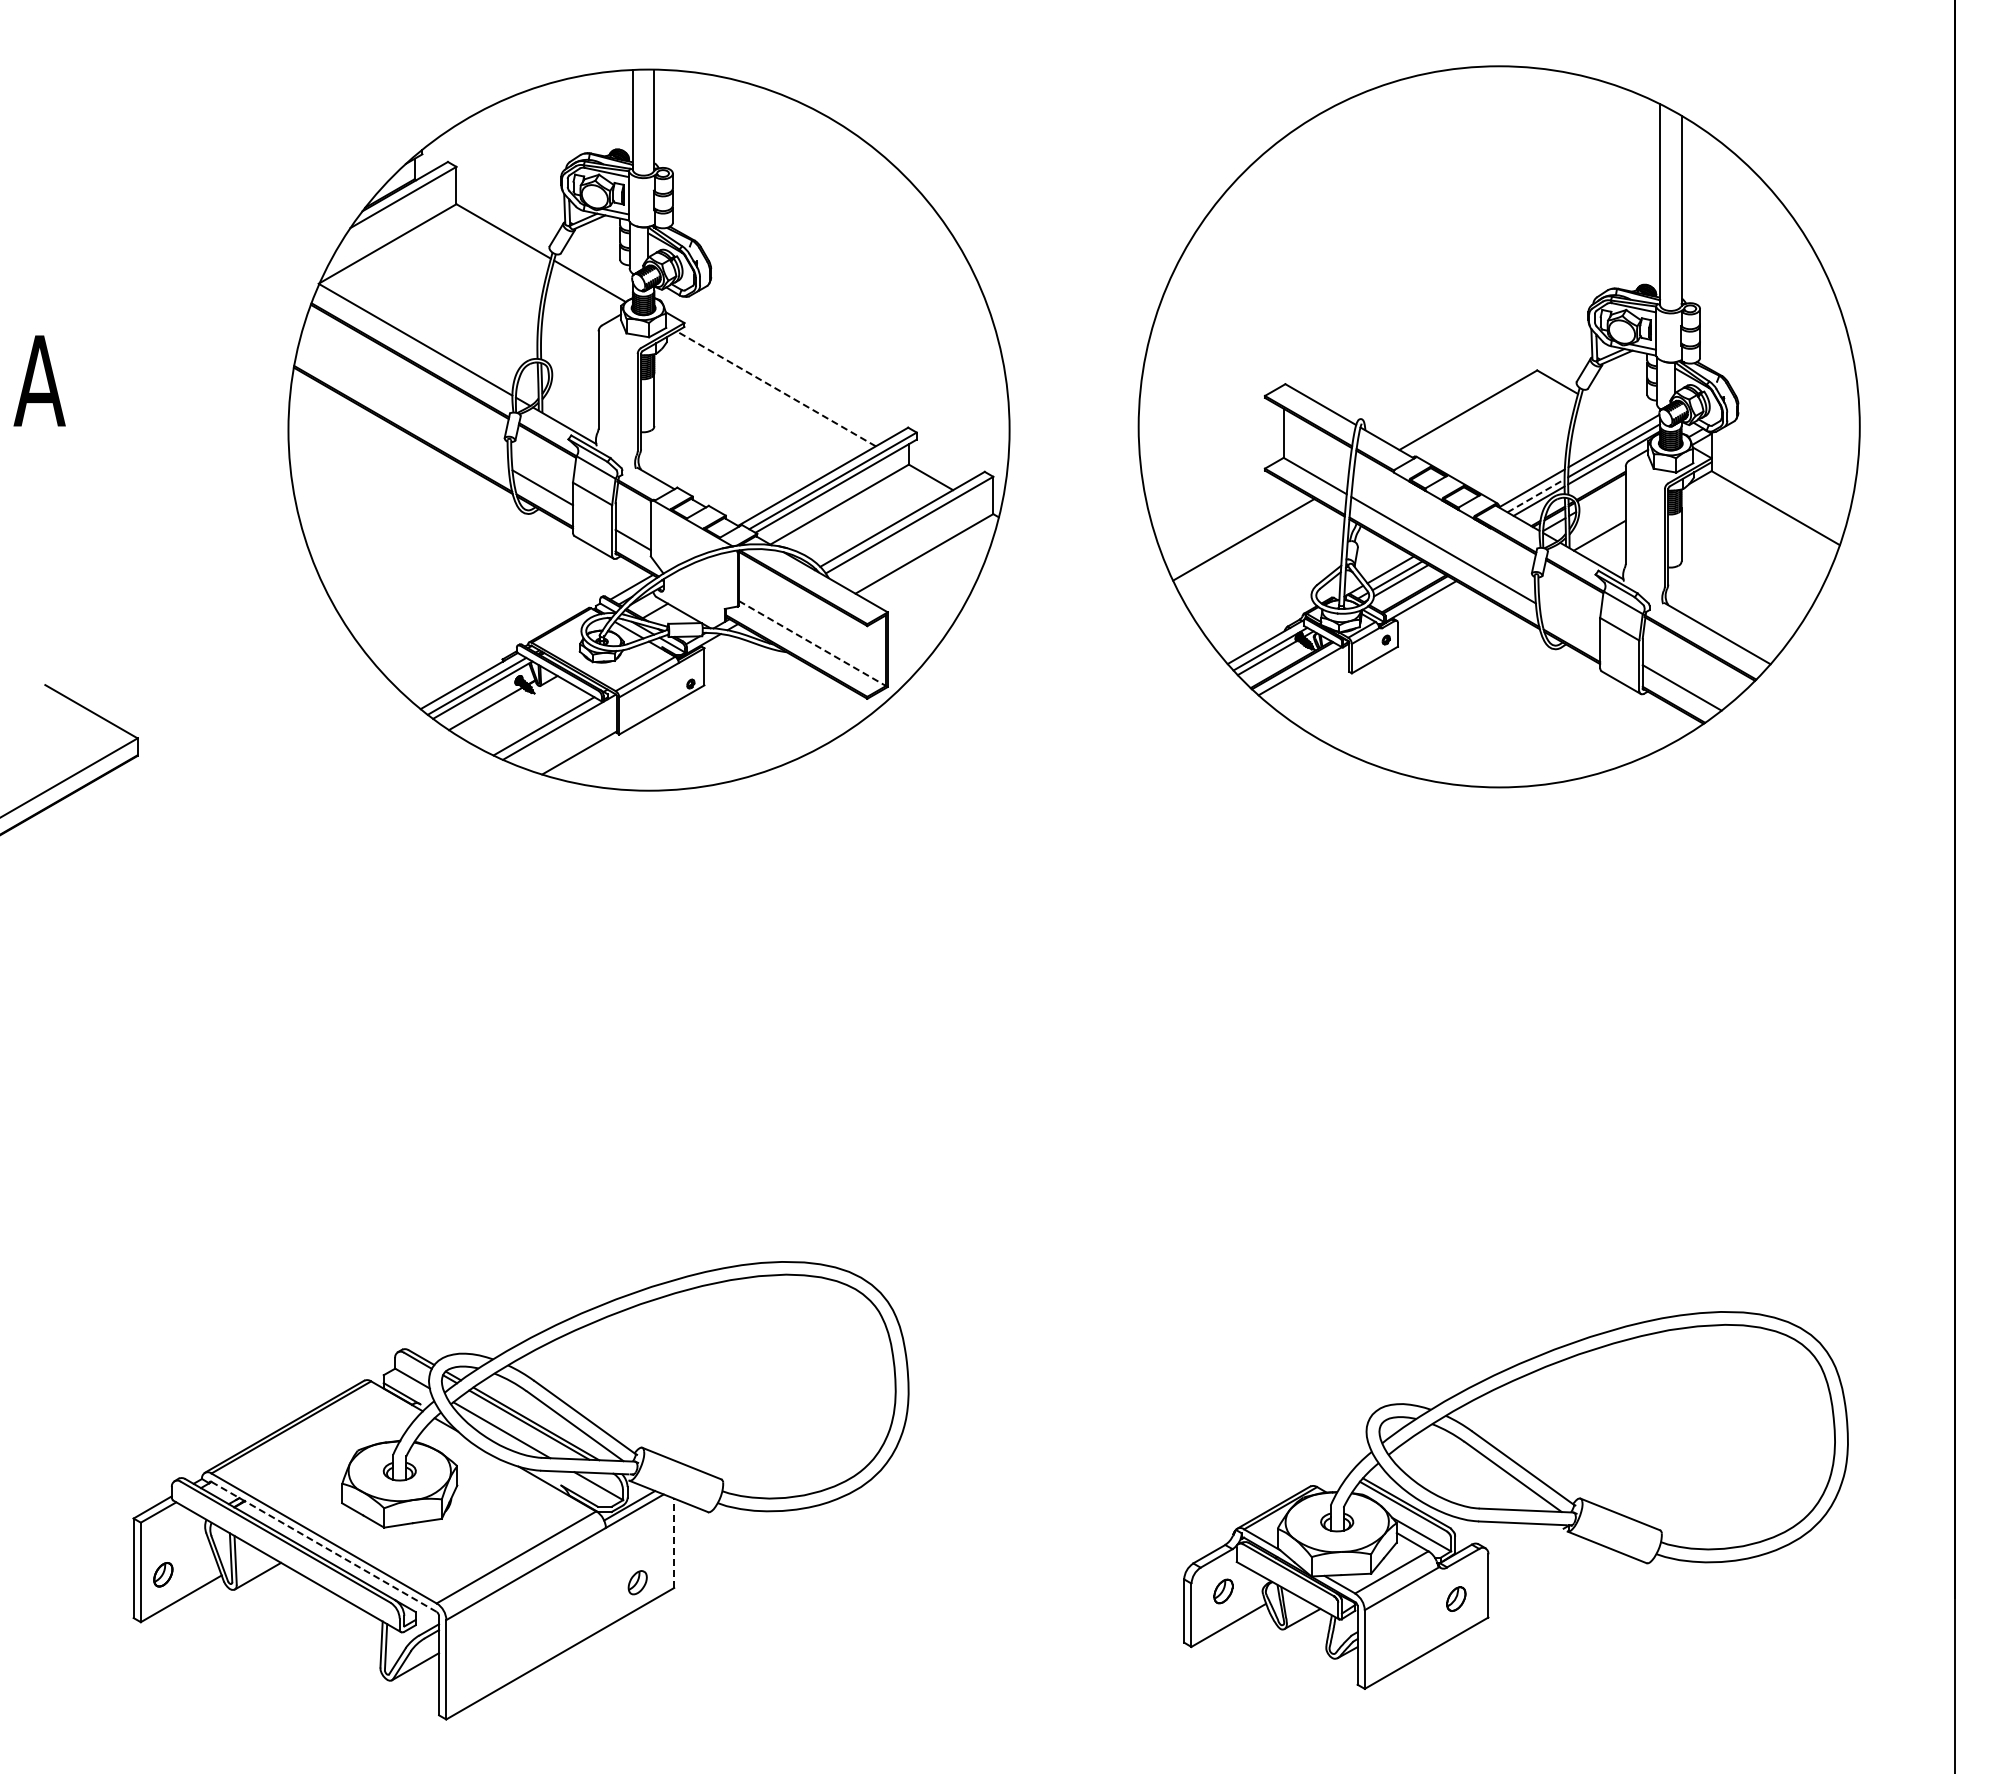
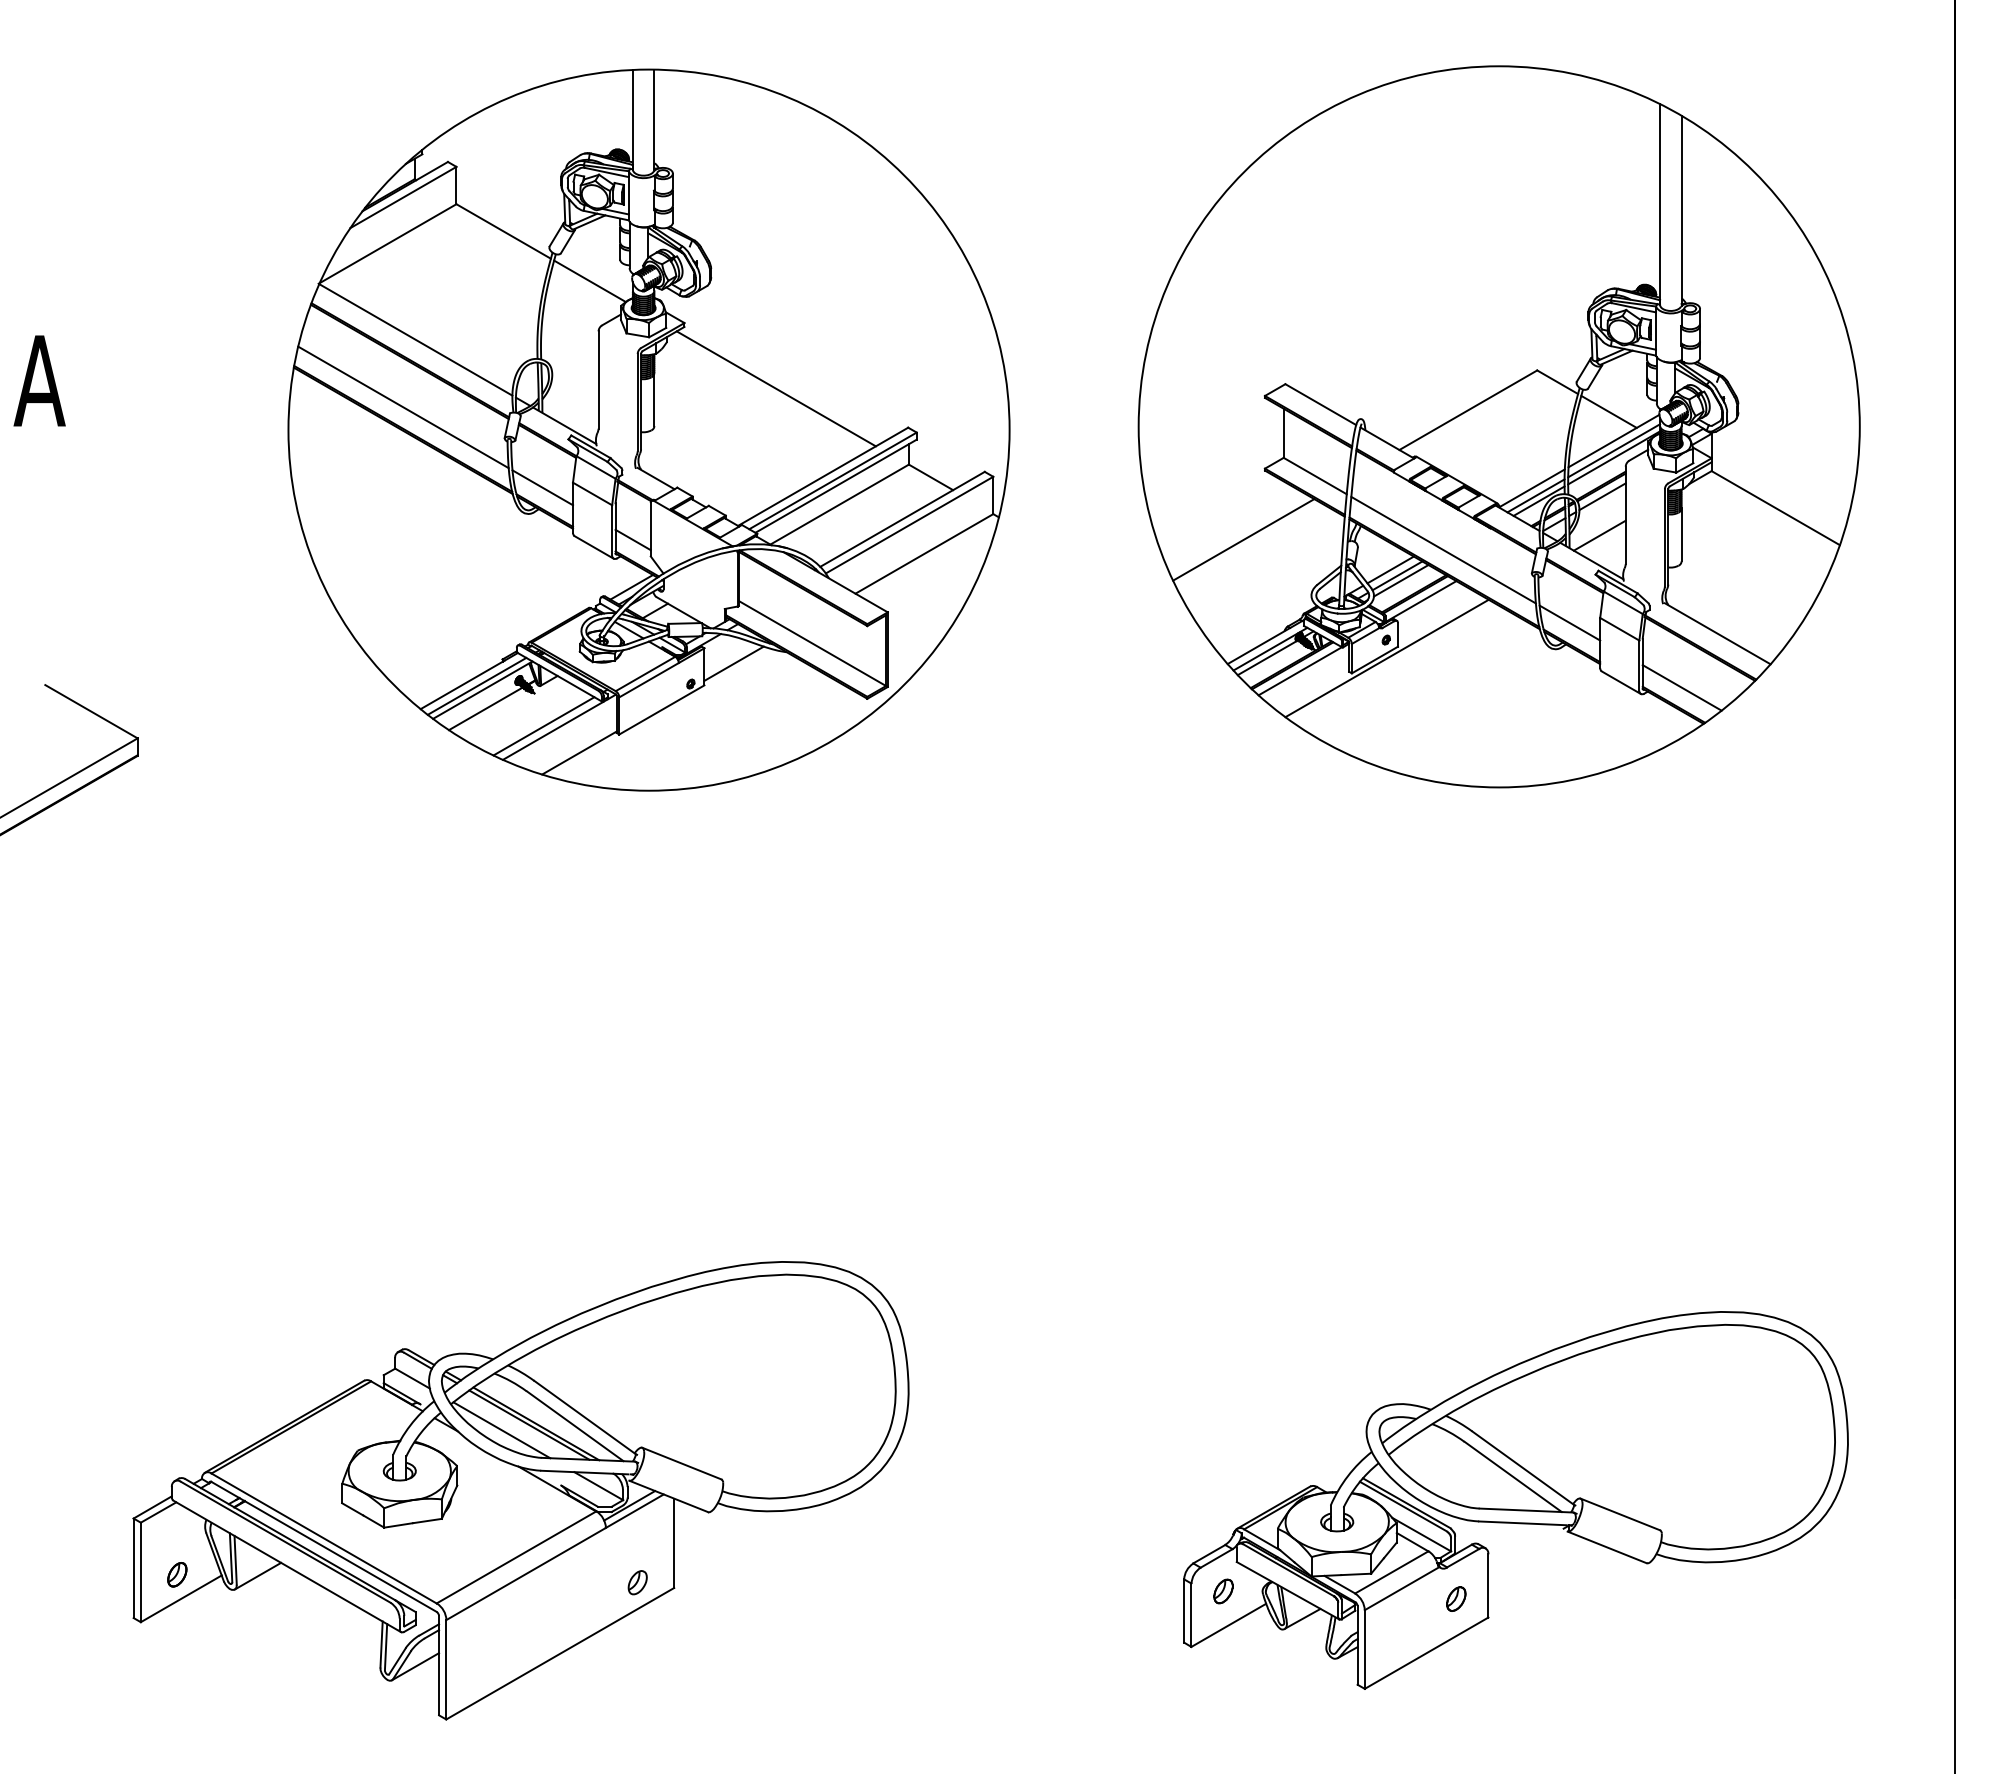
line at (776, 388): dashed -> solid
line at (403, 407): none -> present
line at (1608, 411): none -> present
line at (1536, 495): dashed -> solid
line at (1602, 496): none -> present
line at (1569, 622): none -> present
line at (812, 643): dashed -> solid
line at (1386, 658): none -> present
line at (733, 663): none -> present
line at (674, 1543): dashed -> solid
line at (324, 1546): dashed -> solid
part at (163, 1574) position: (163, 1574) -> (177, 1574)
